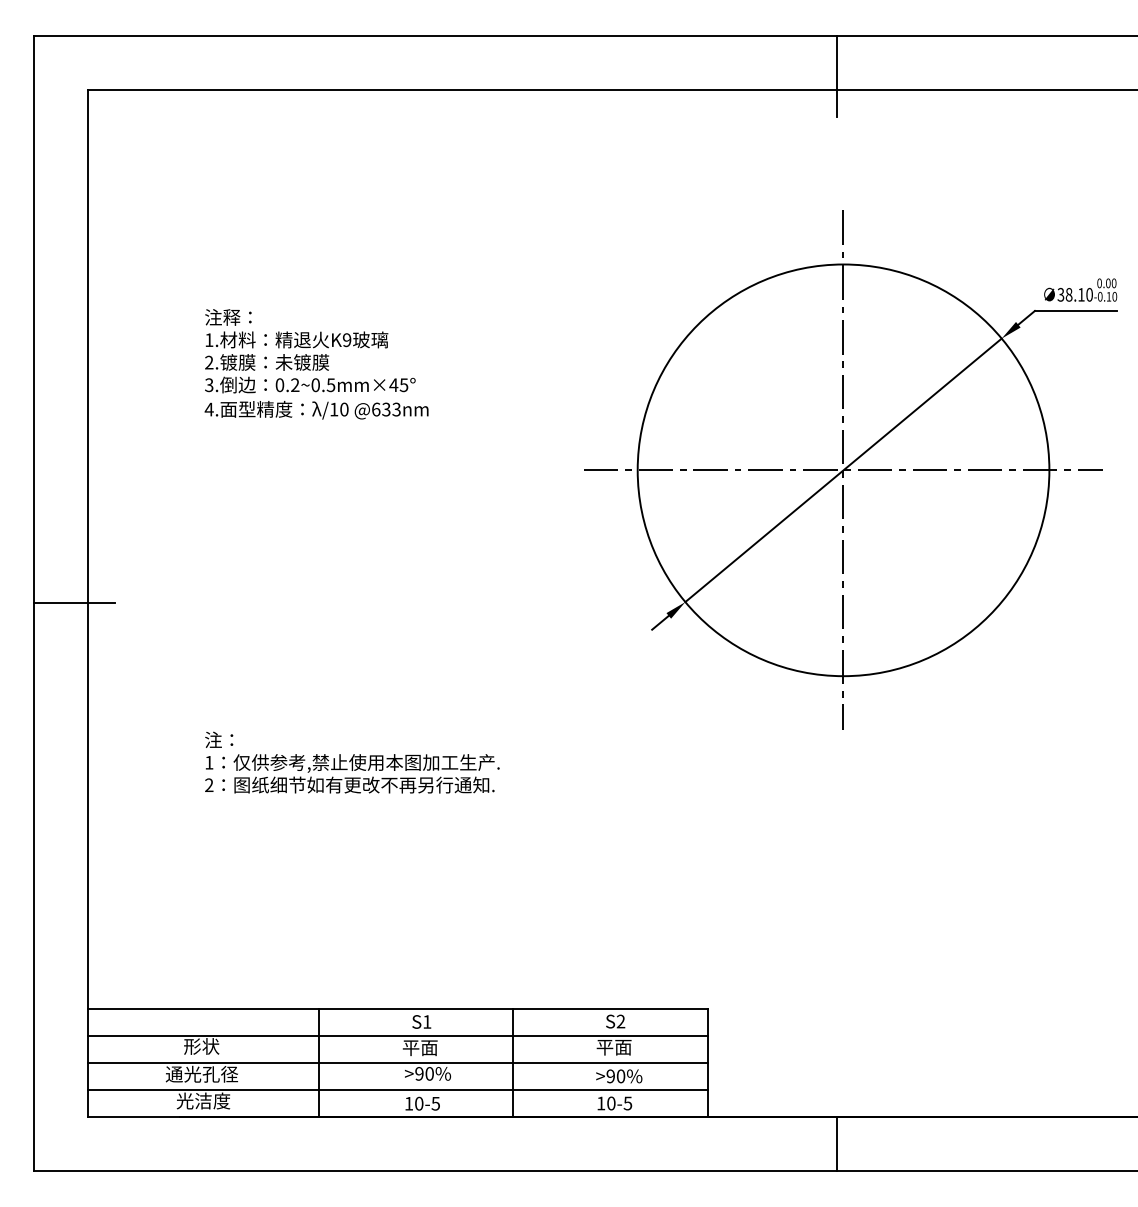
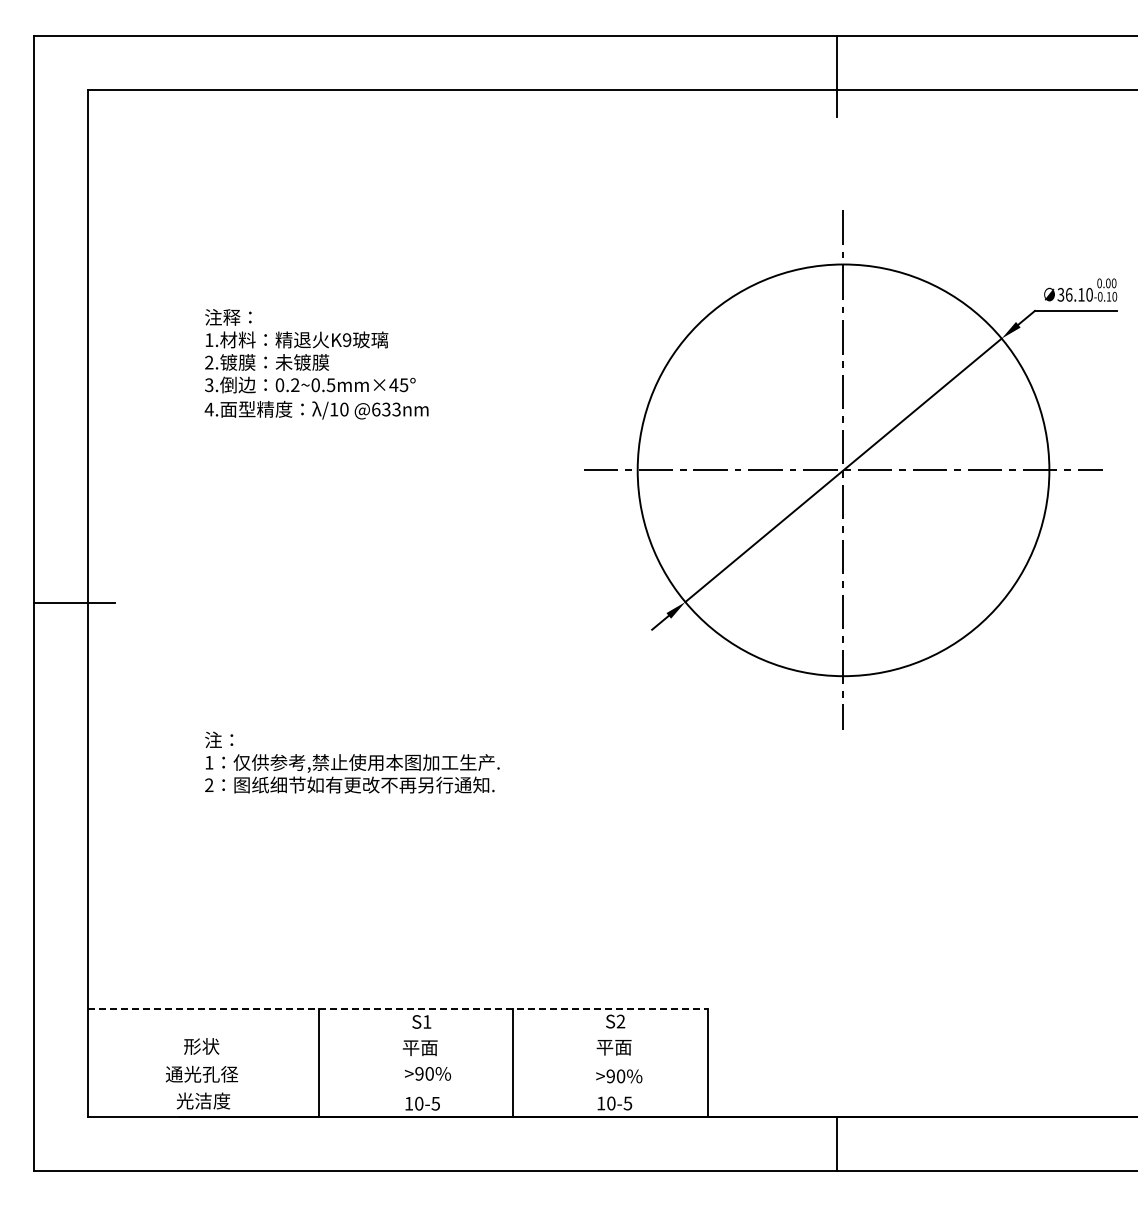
text at (1068, 294): 38.10 -> 36.10
line at (398, 1008): solid -> dashed
line at (397, 1035): present -> none
line at (397, 1062): present -> none
line at (397, 1089): present -> none
